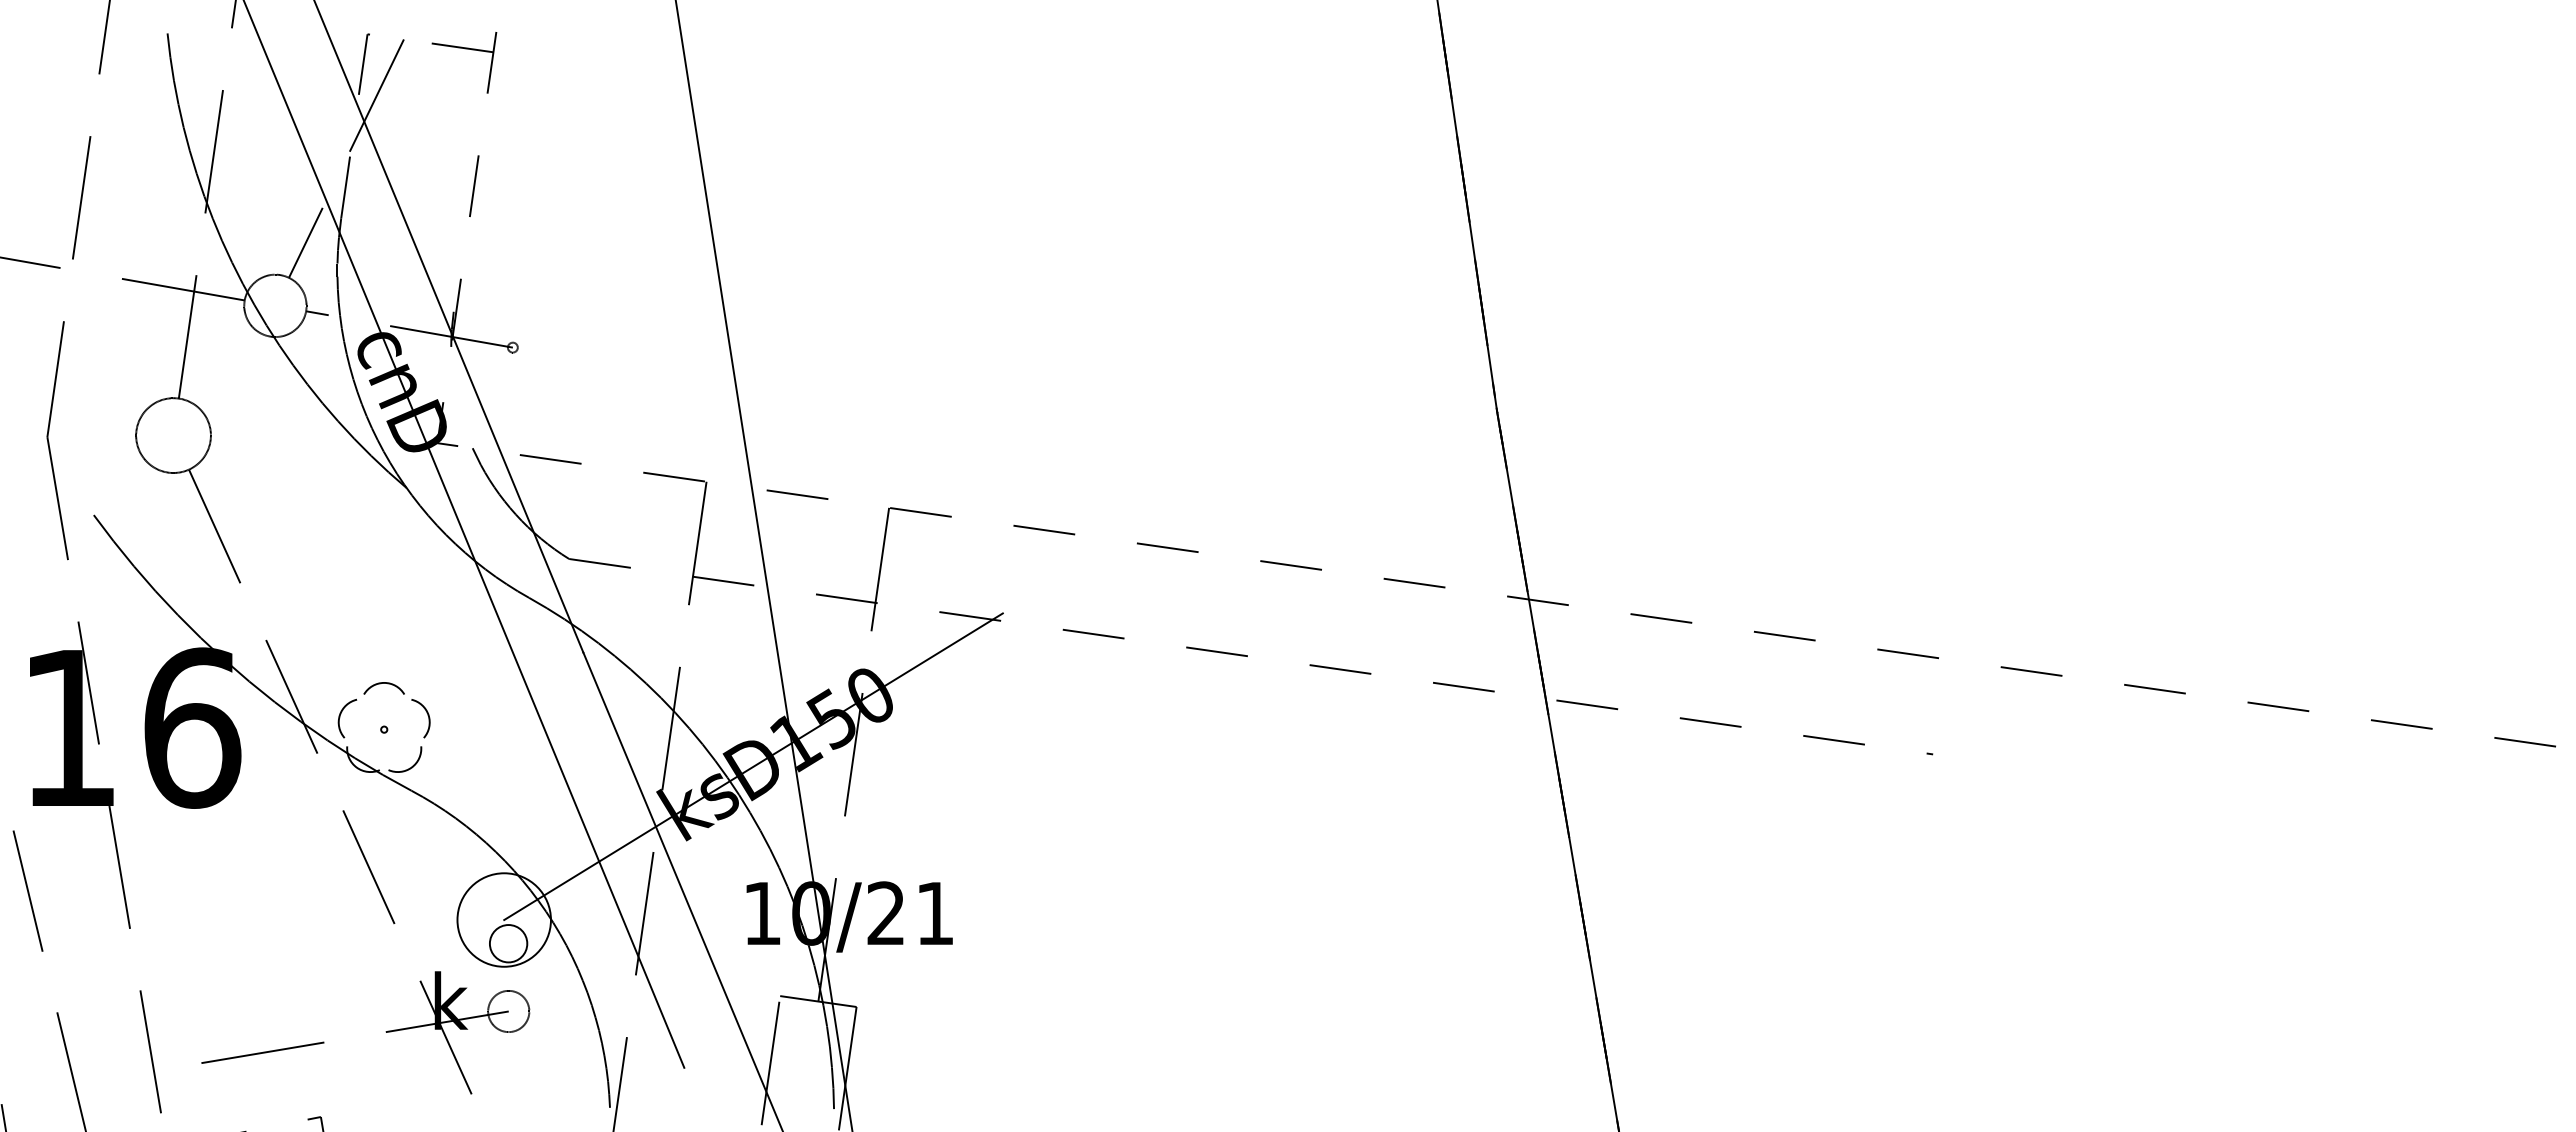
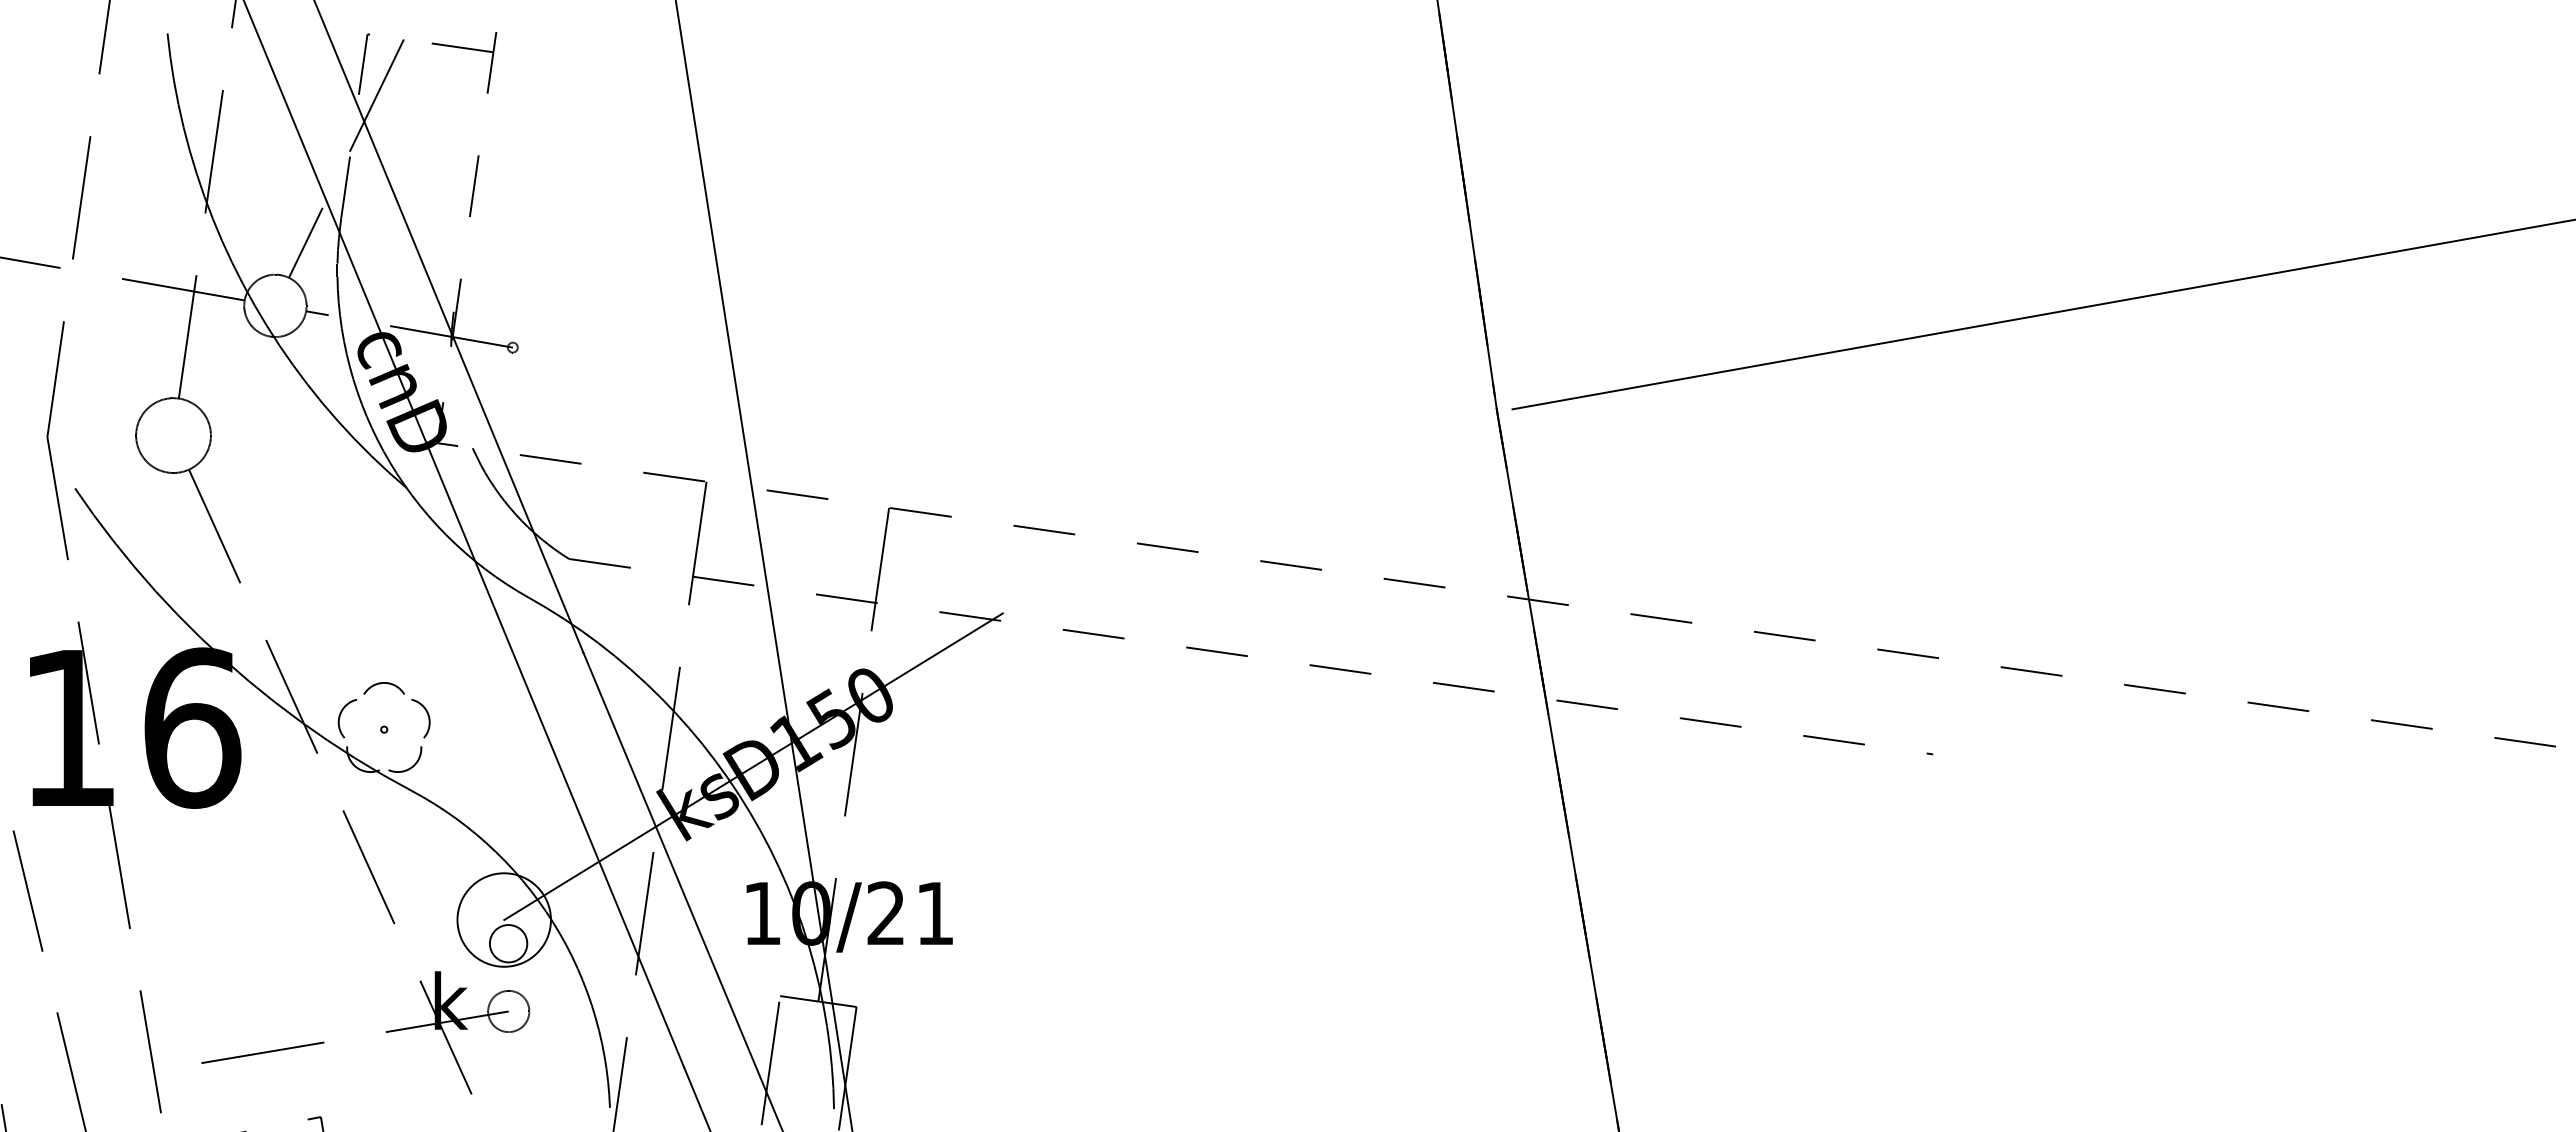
line at (2042, 314): none -> present
line at (84, 501): none -> present
line at (696, 1097): none -> present
